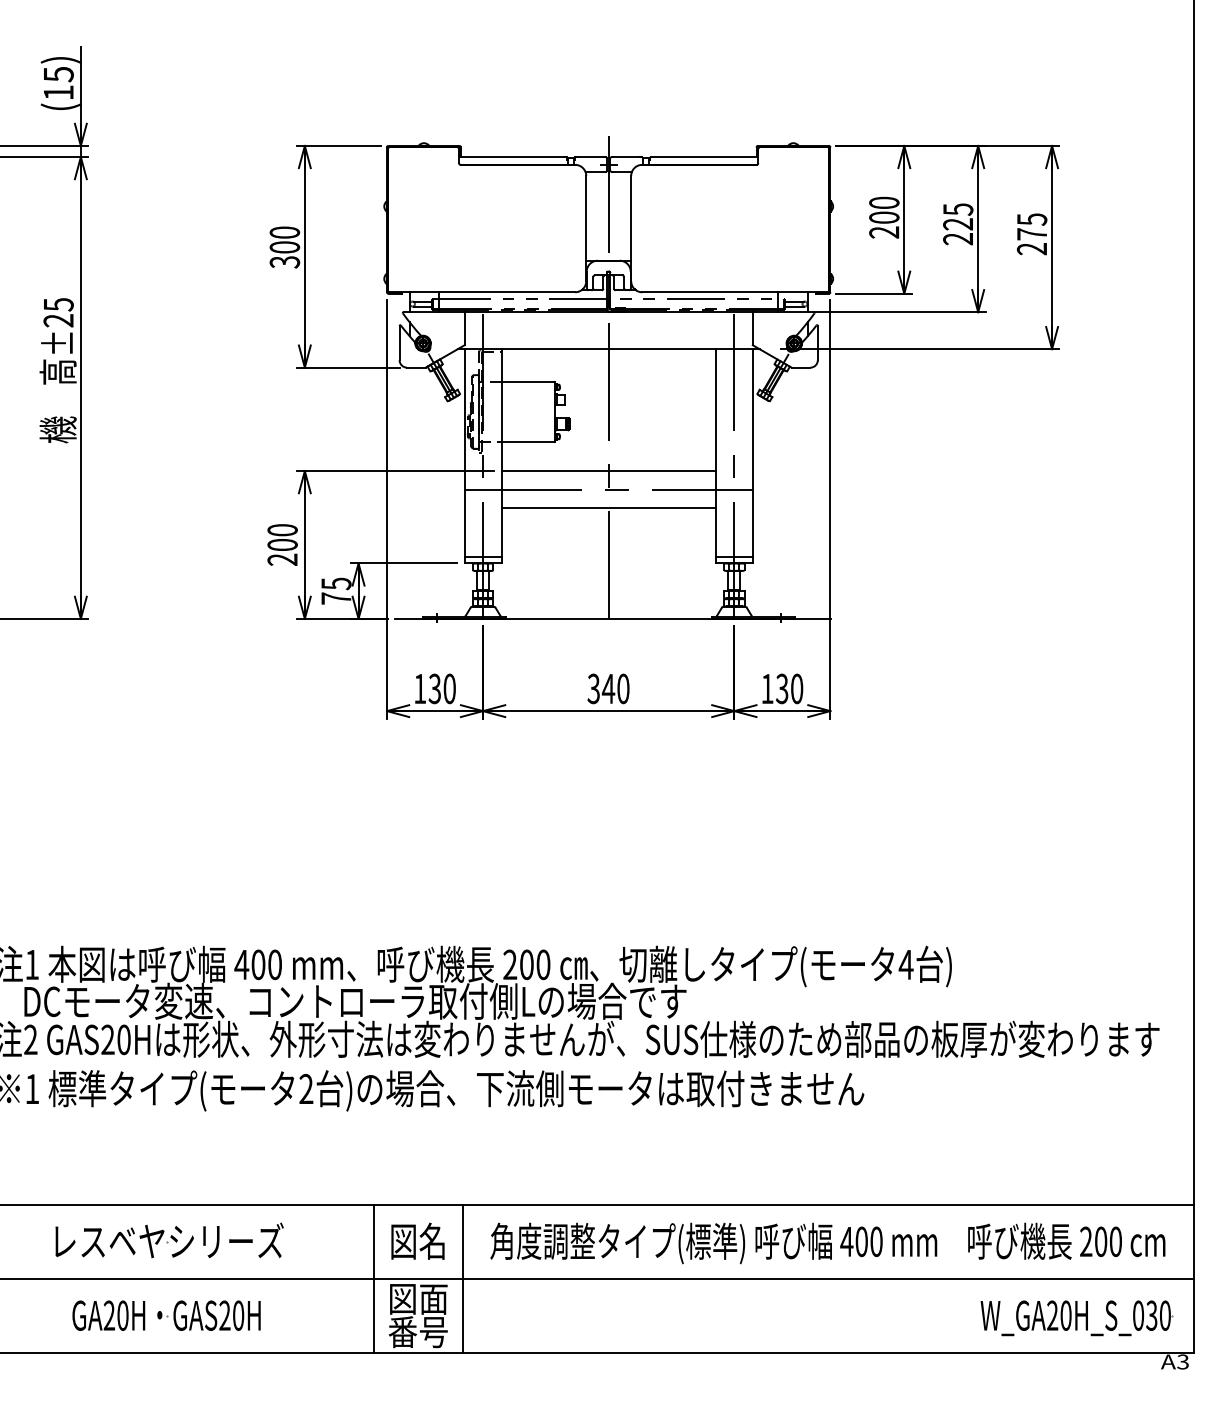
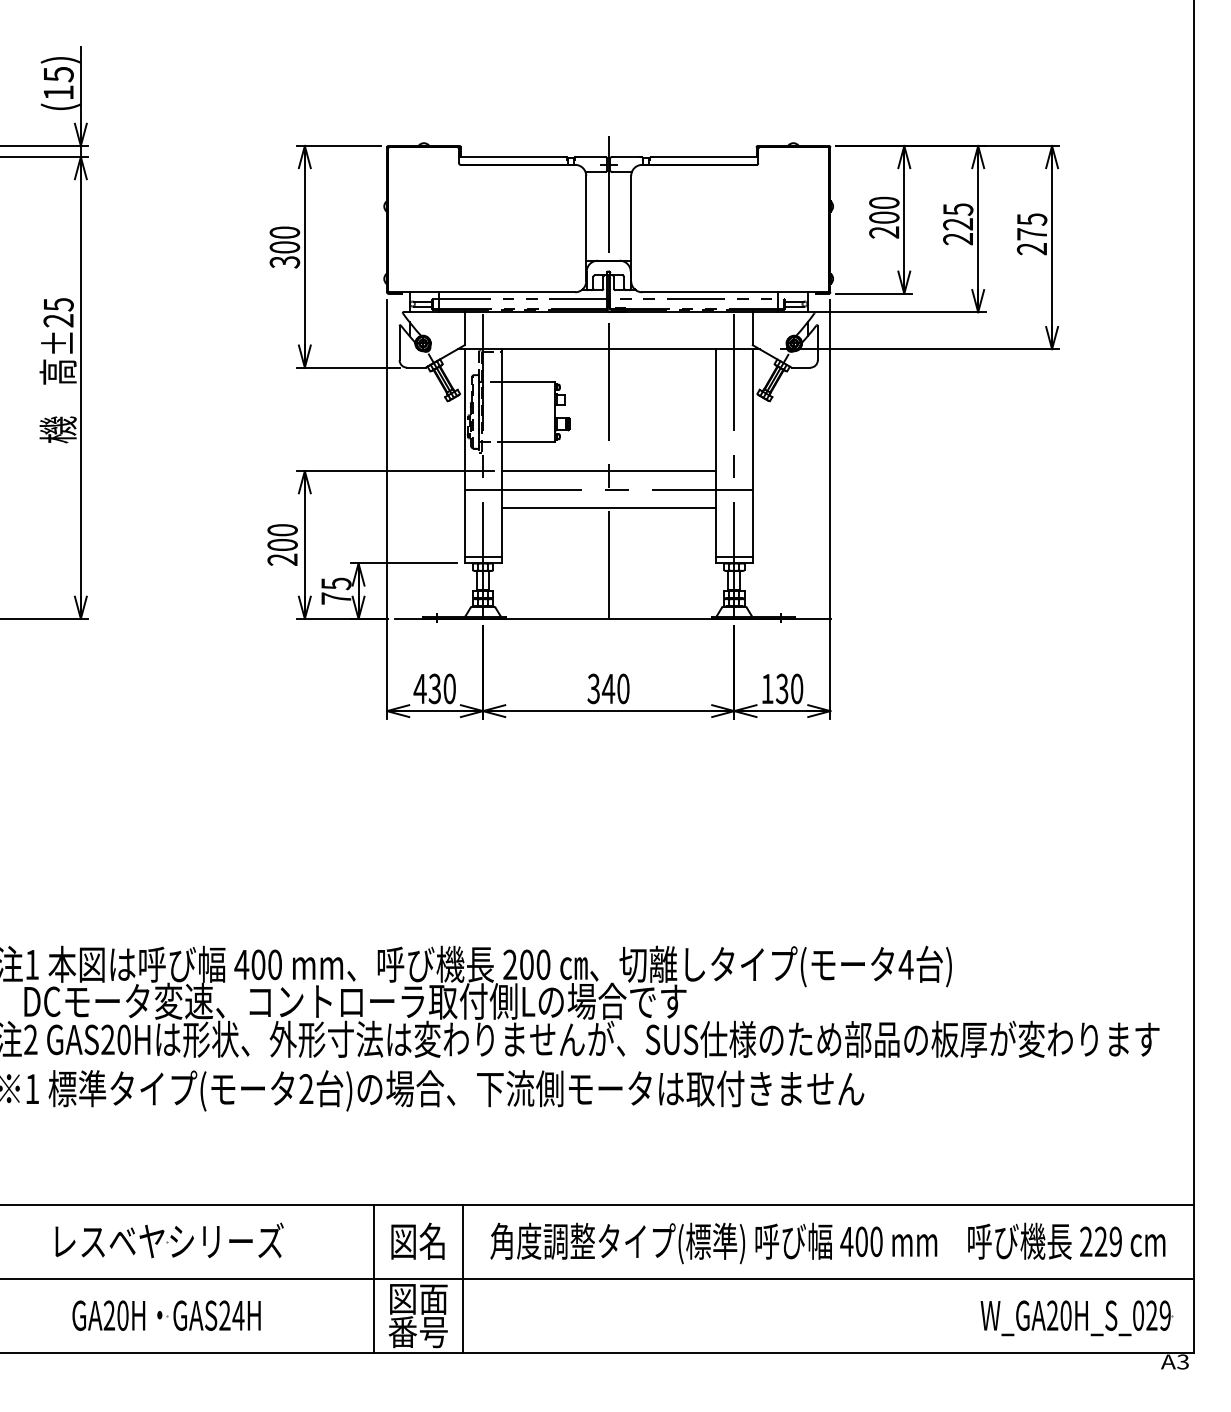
text at (419, 688): 130 -> 430
text at (1108, 1241): 200 -> 229
text at (238, 1315): GAS20H -> GAS24H
text at (1158, 1315): W_GA20H_S_030 -> W_GA20H_S_029
